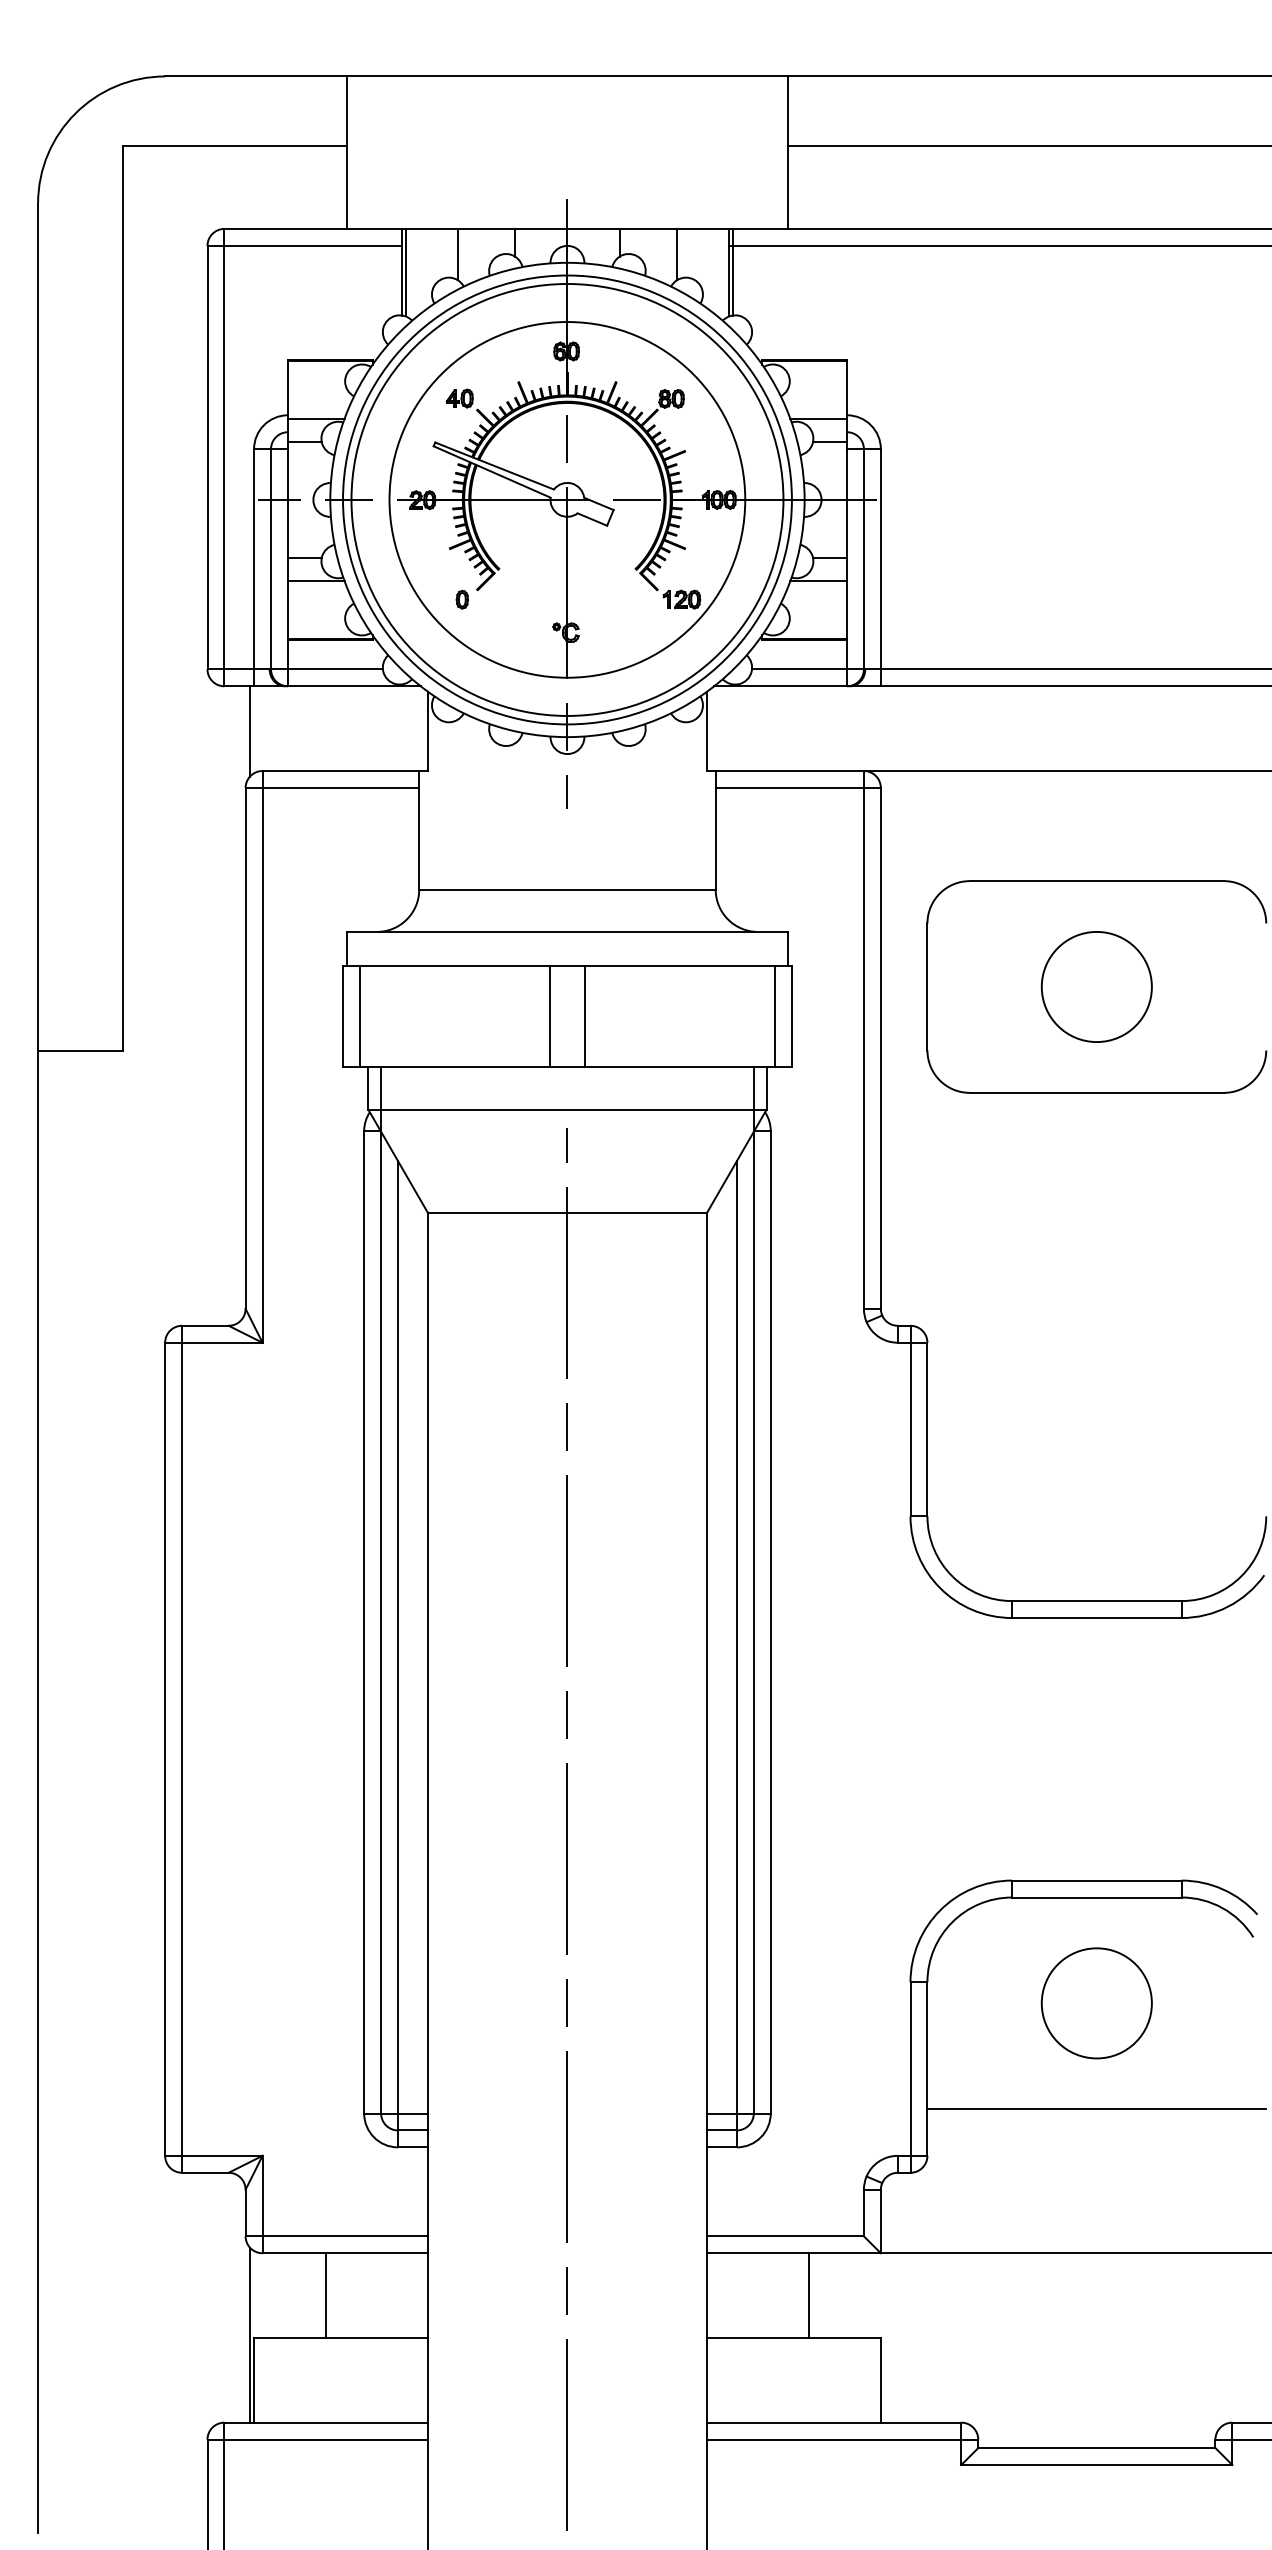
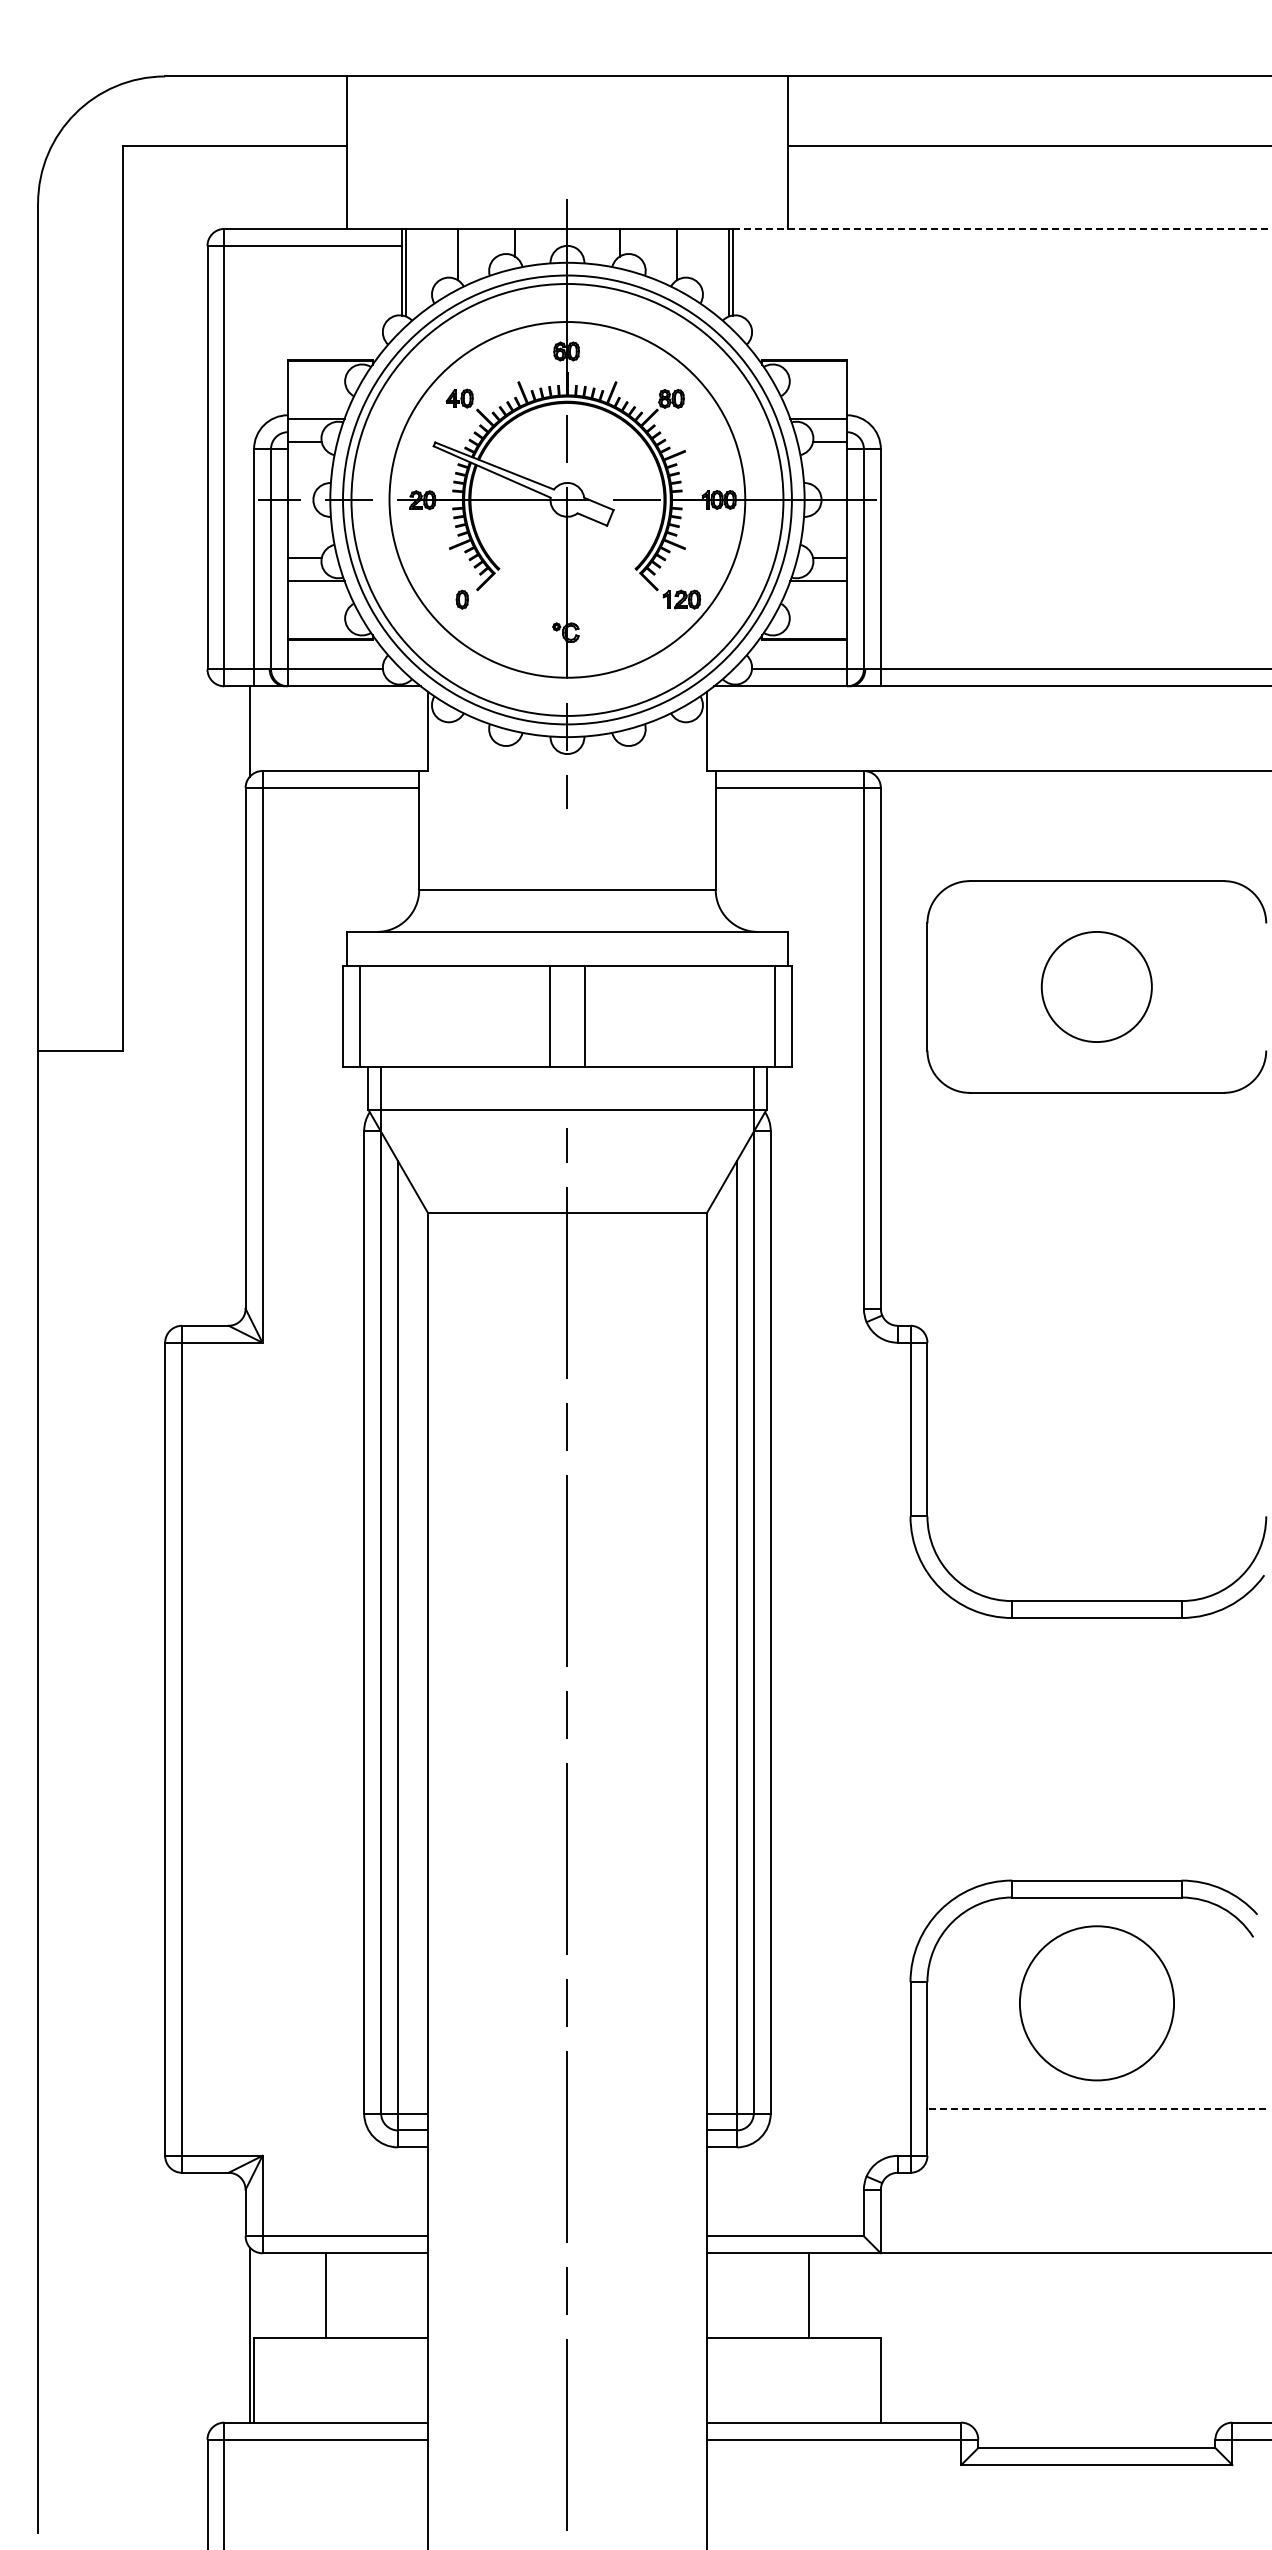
line at (1002, 228): solid -> dashed
line at (998, 245): present -> none
circle at (1096, 2003) size: 113x113 px -> 156x157 px
line at (1096, 2109): solid -> dashed
